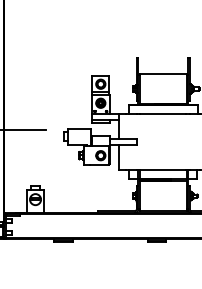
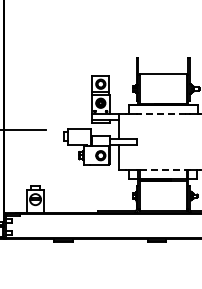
line at (162, 113): solid -> dashed
line at (163, 169): solid -> dashed
